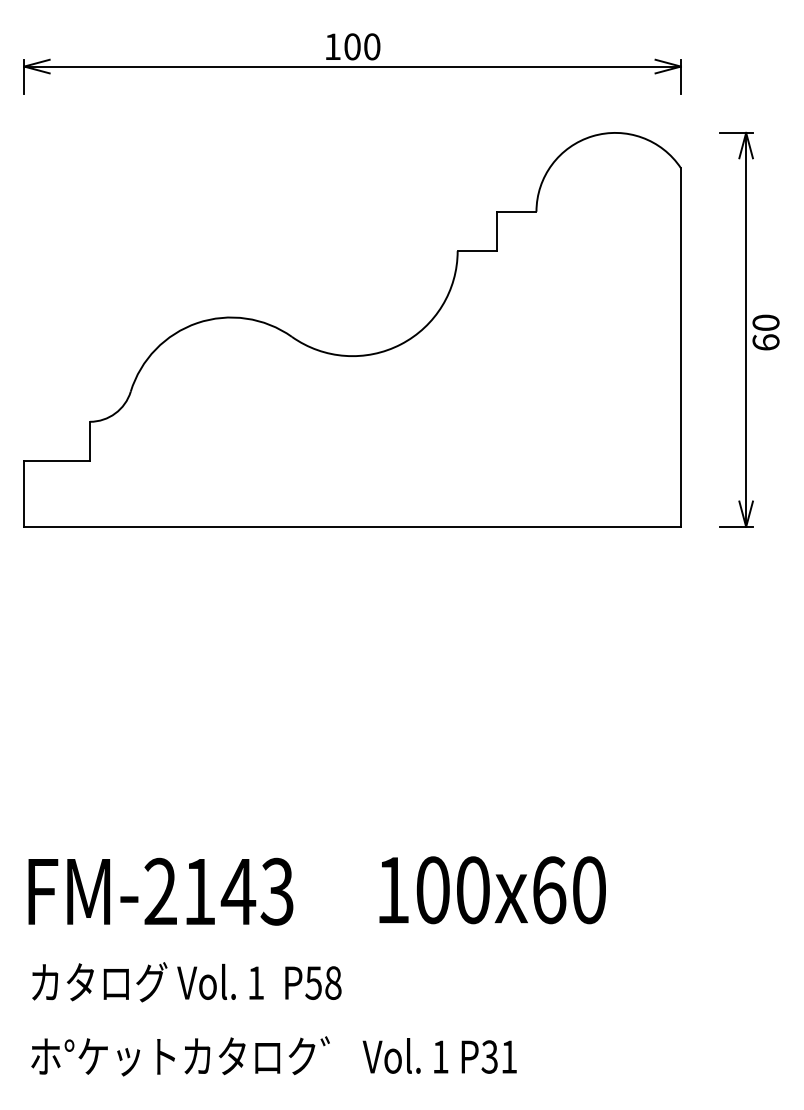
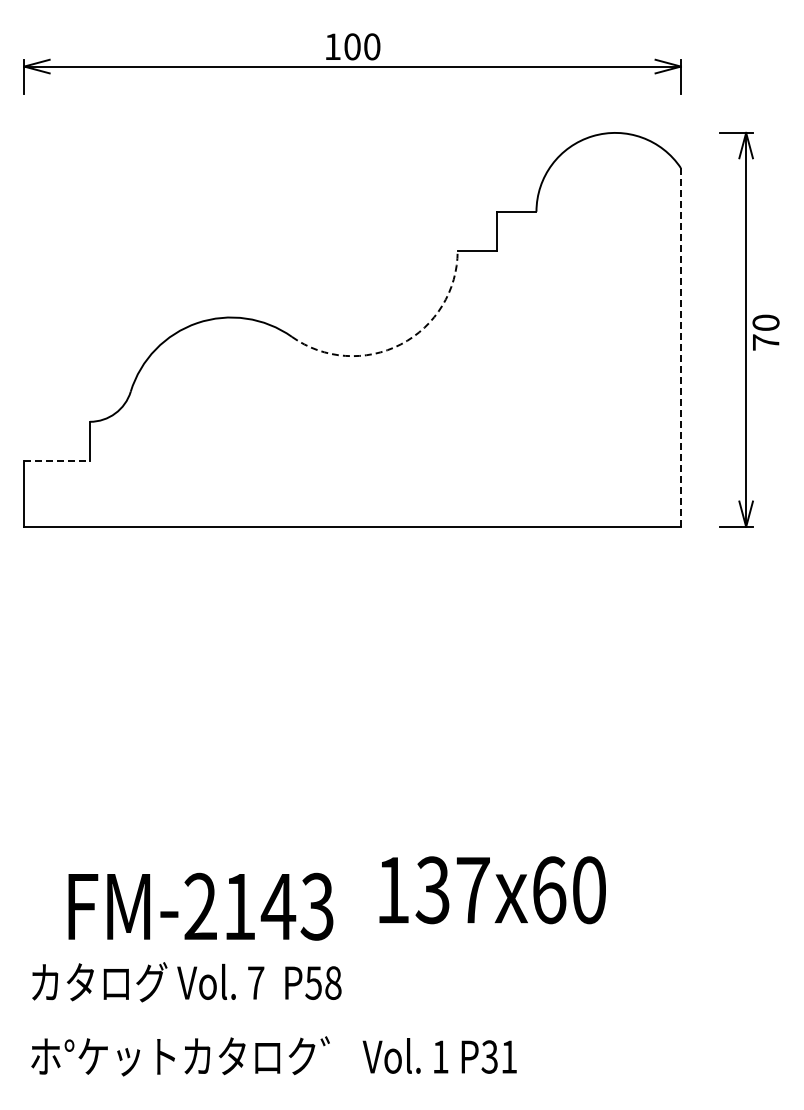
text at (765, 342): 60 -> 70
arc at (400, 344): solid -> dashed
line at (680, 347): solid -> dashed
line at (57, 461): solid -> dashed
text at (452, 890): 100x60 -> 137x60
text at (160, 891) position: (160, 891) -> (200, 906)
text at (256, 982): 1 -> 7
